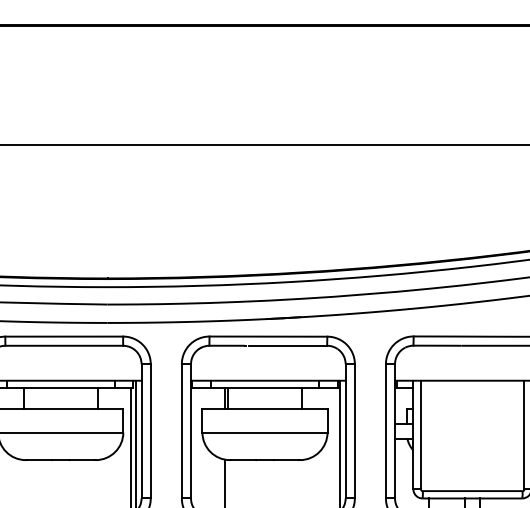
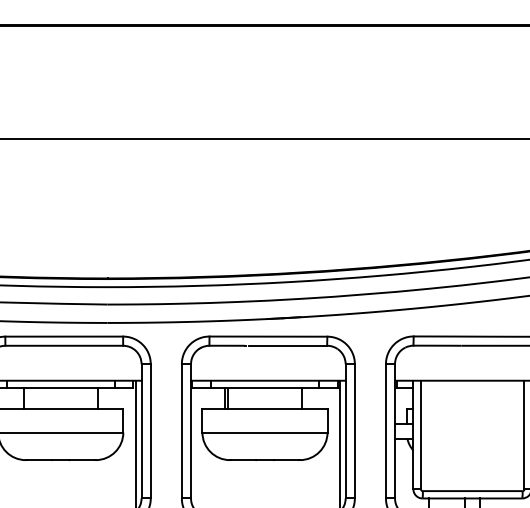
line at (264, 144) position: (264, 144) -> (264, 138)
line at (130, 446): present -> none
line at (224, 481): present -> none
